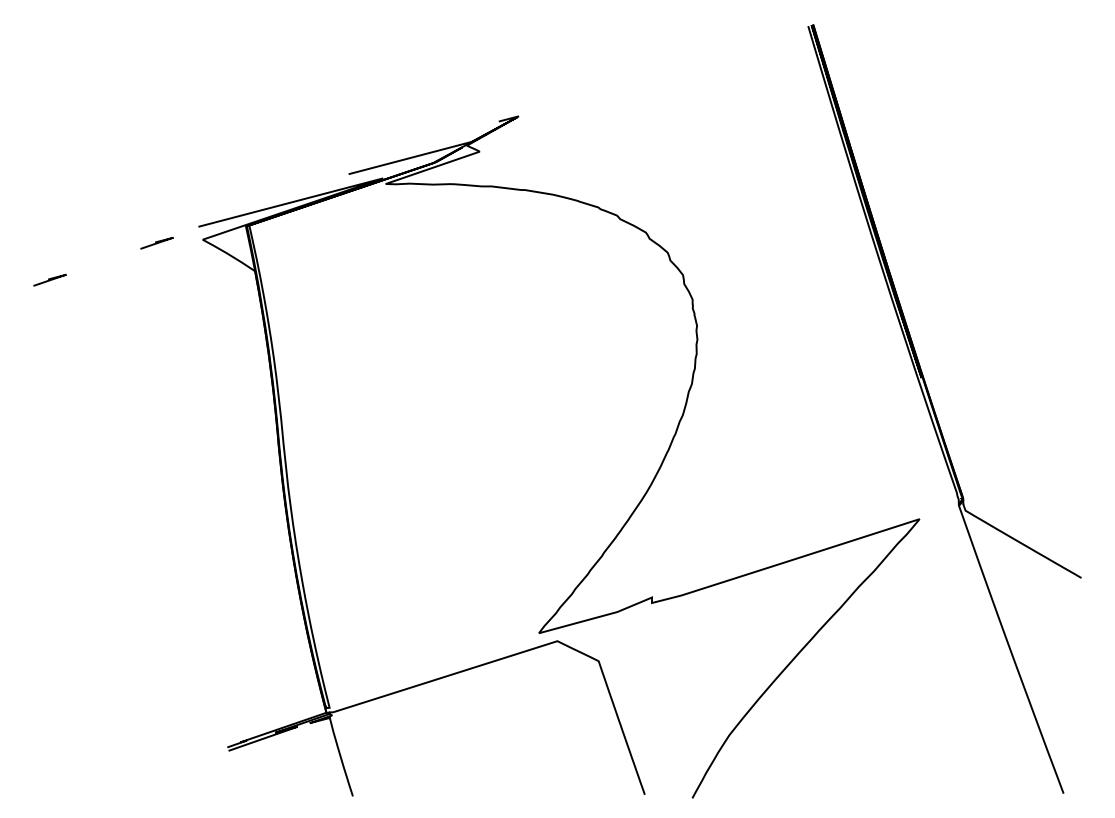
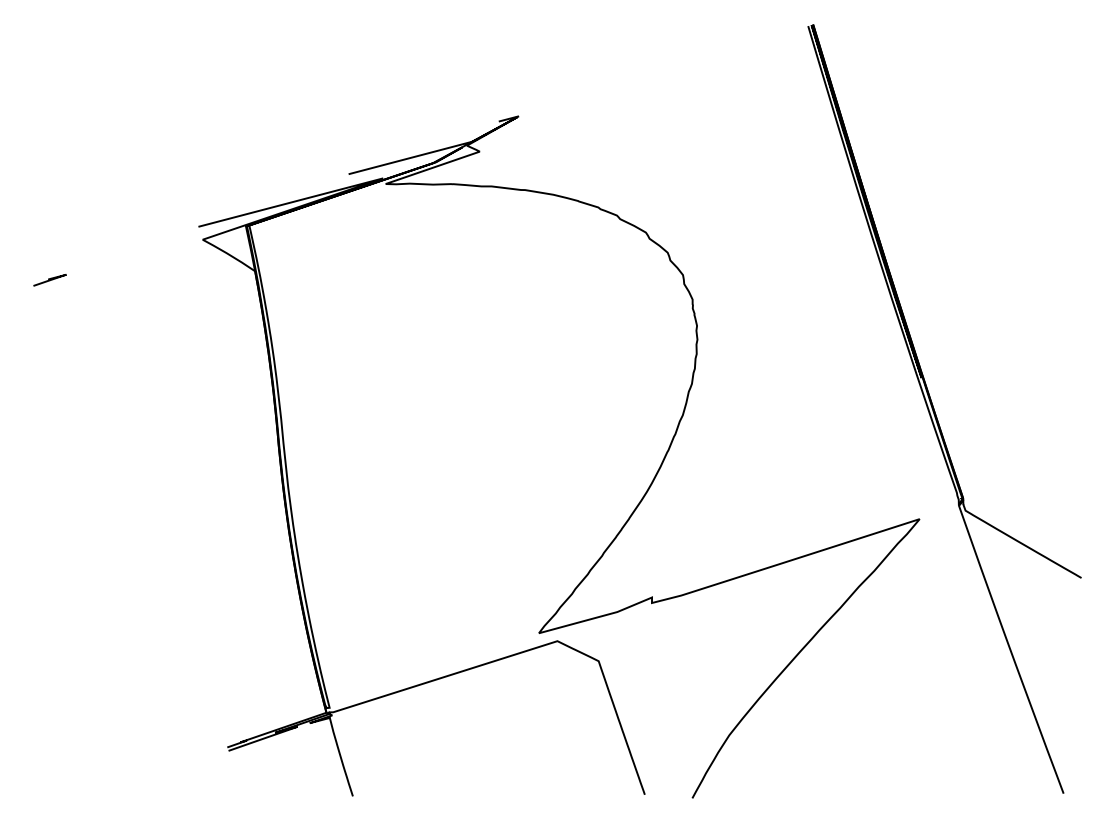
line at (156, 243): present -> none
